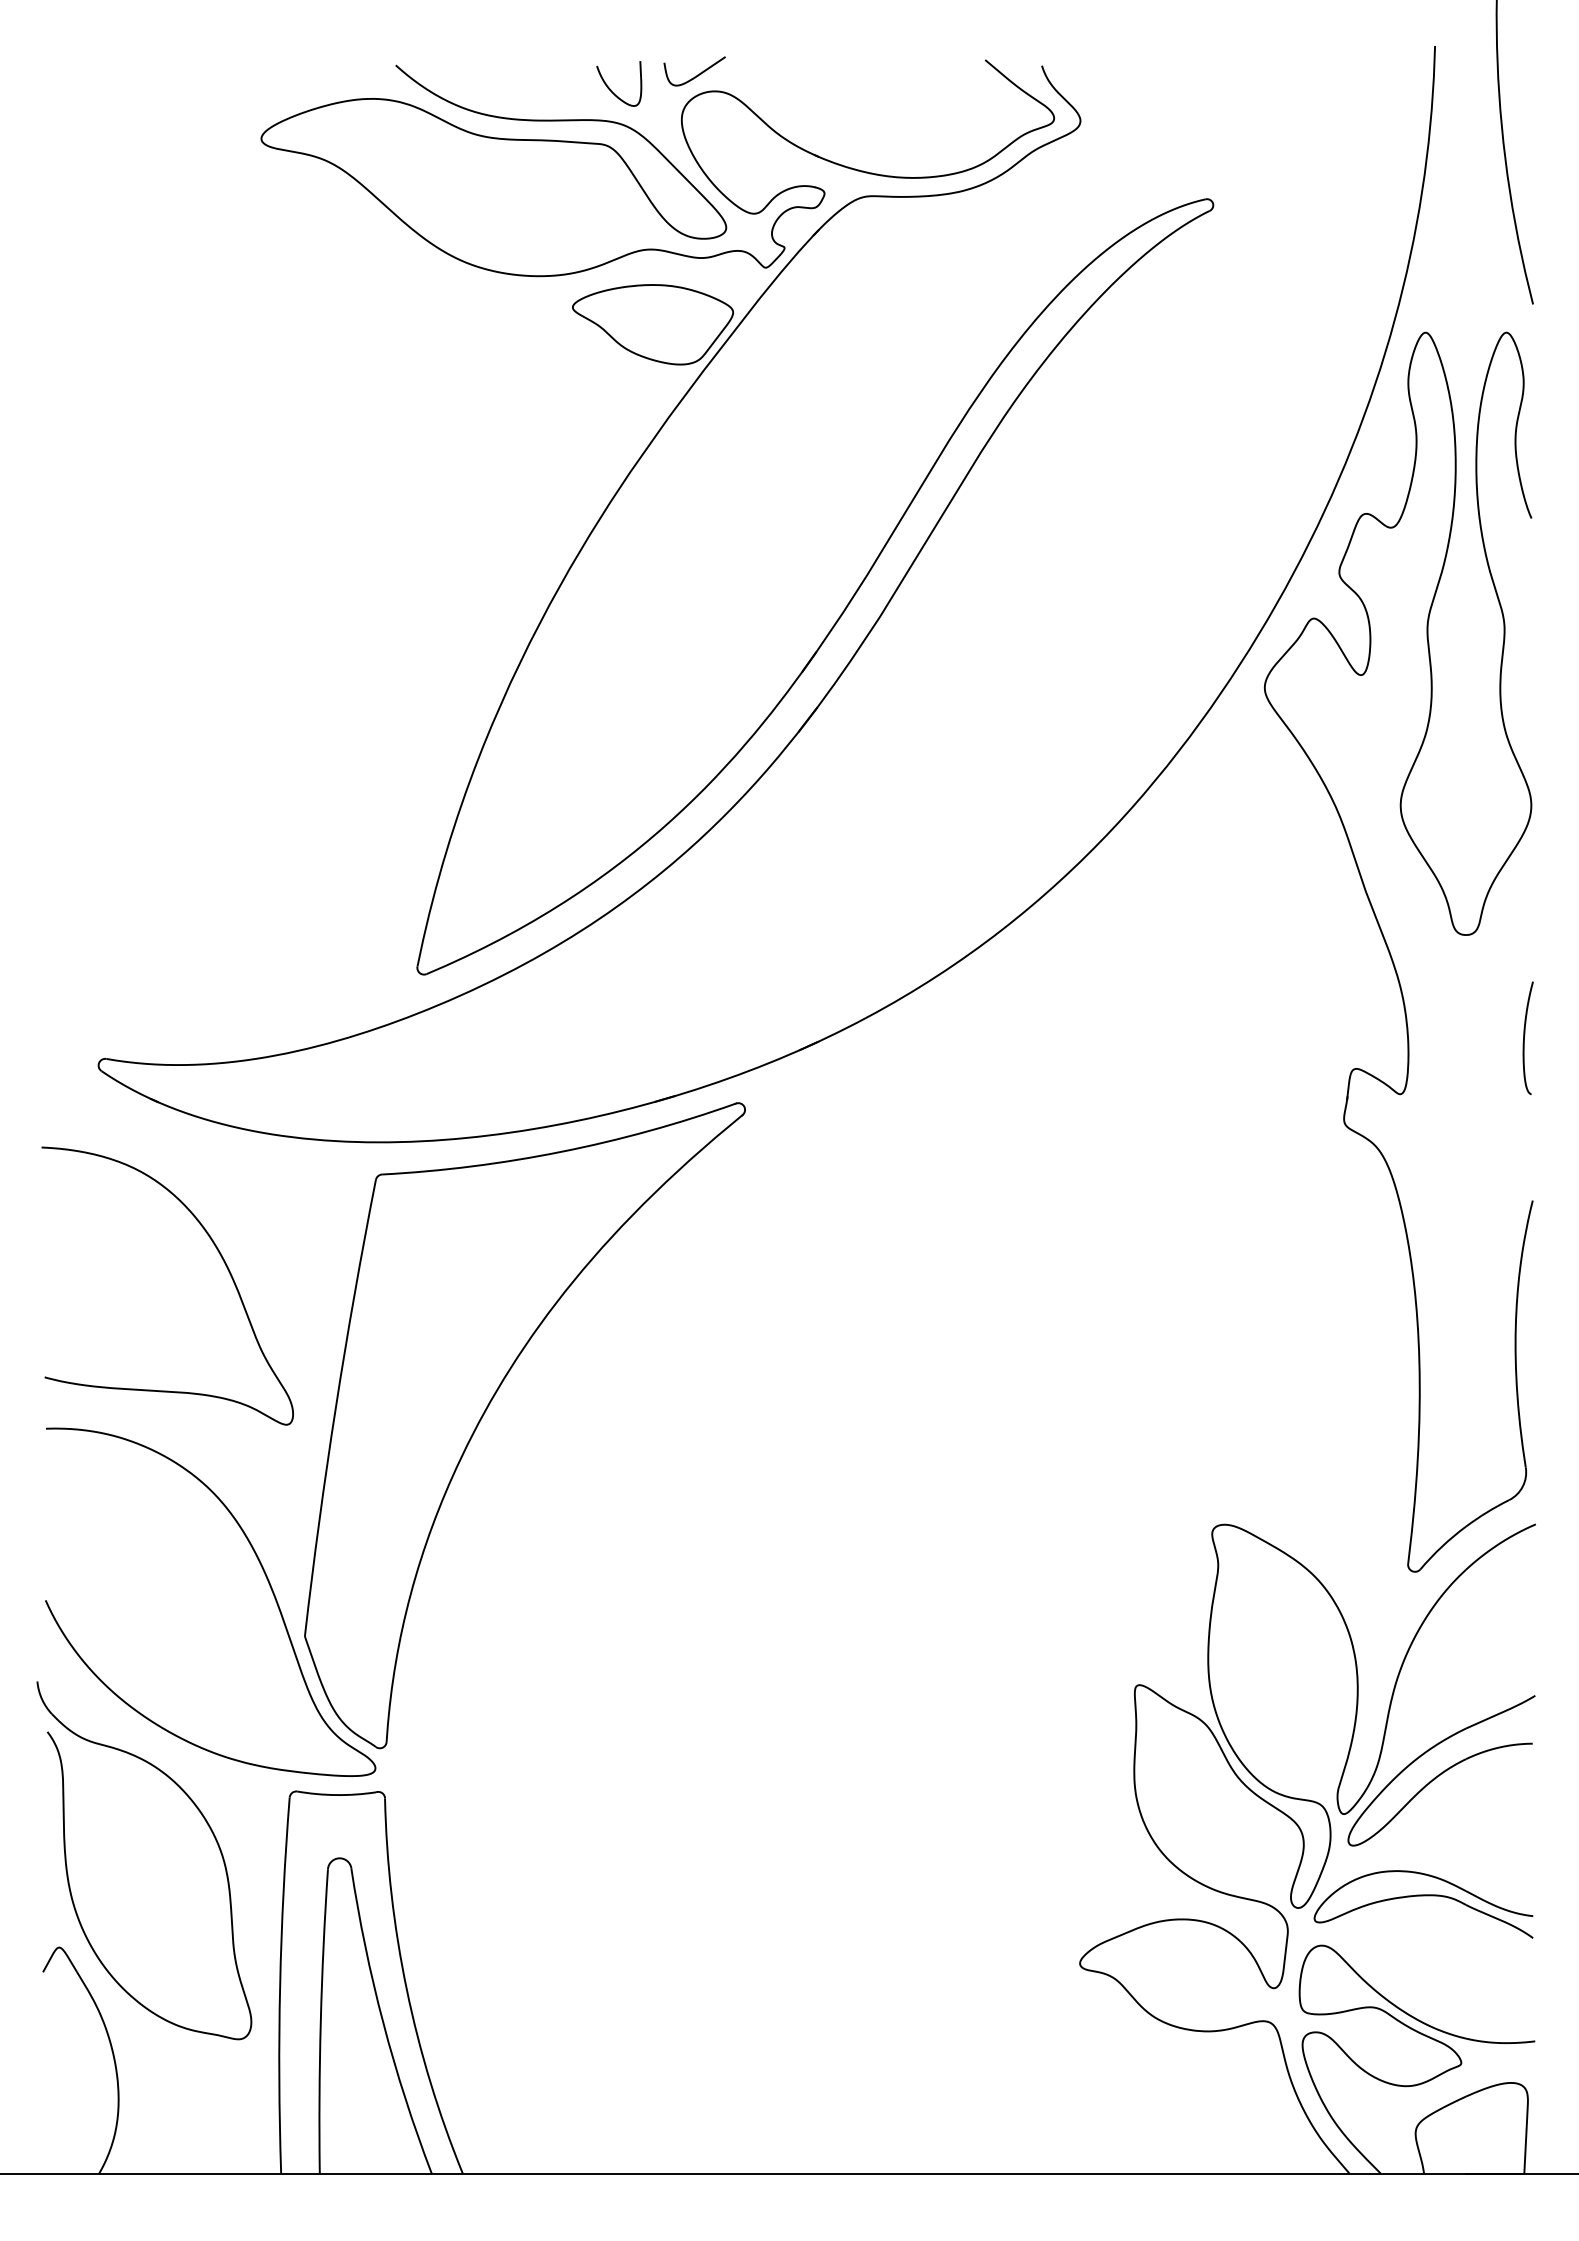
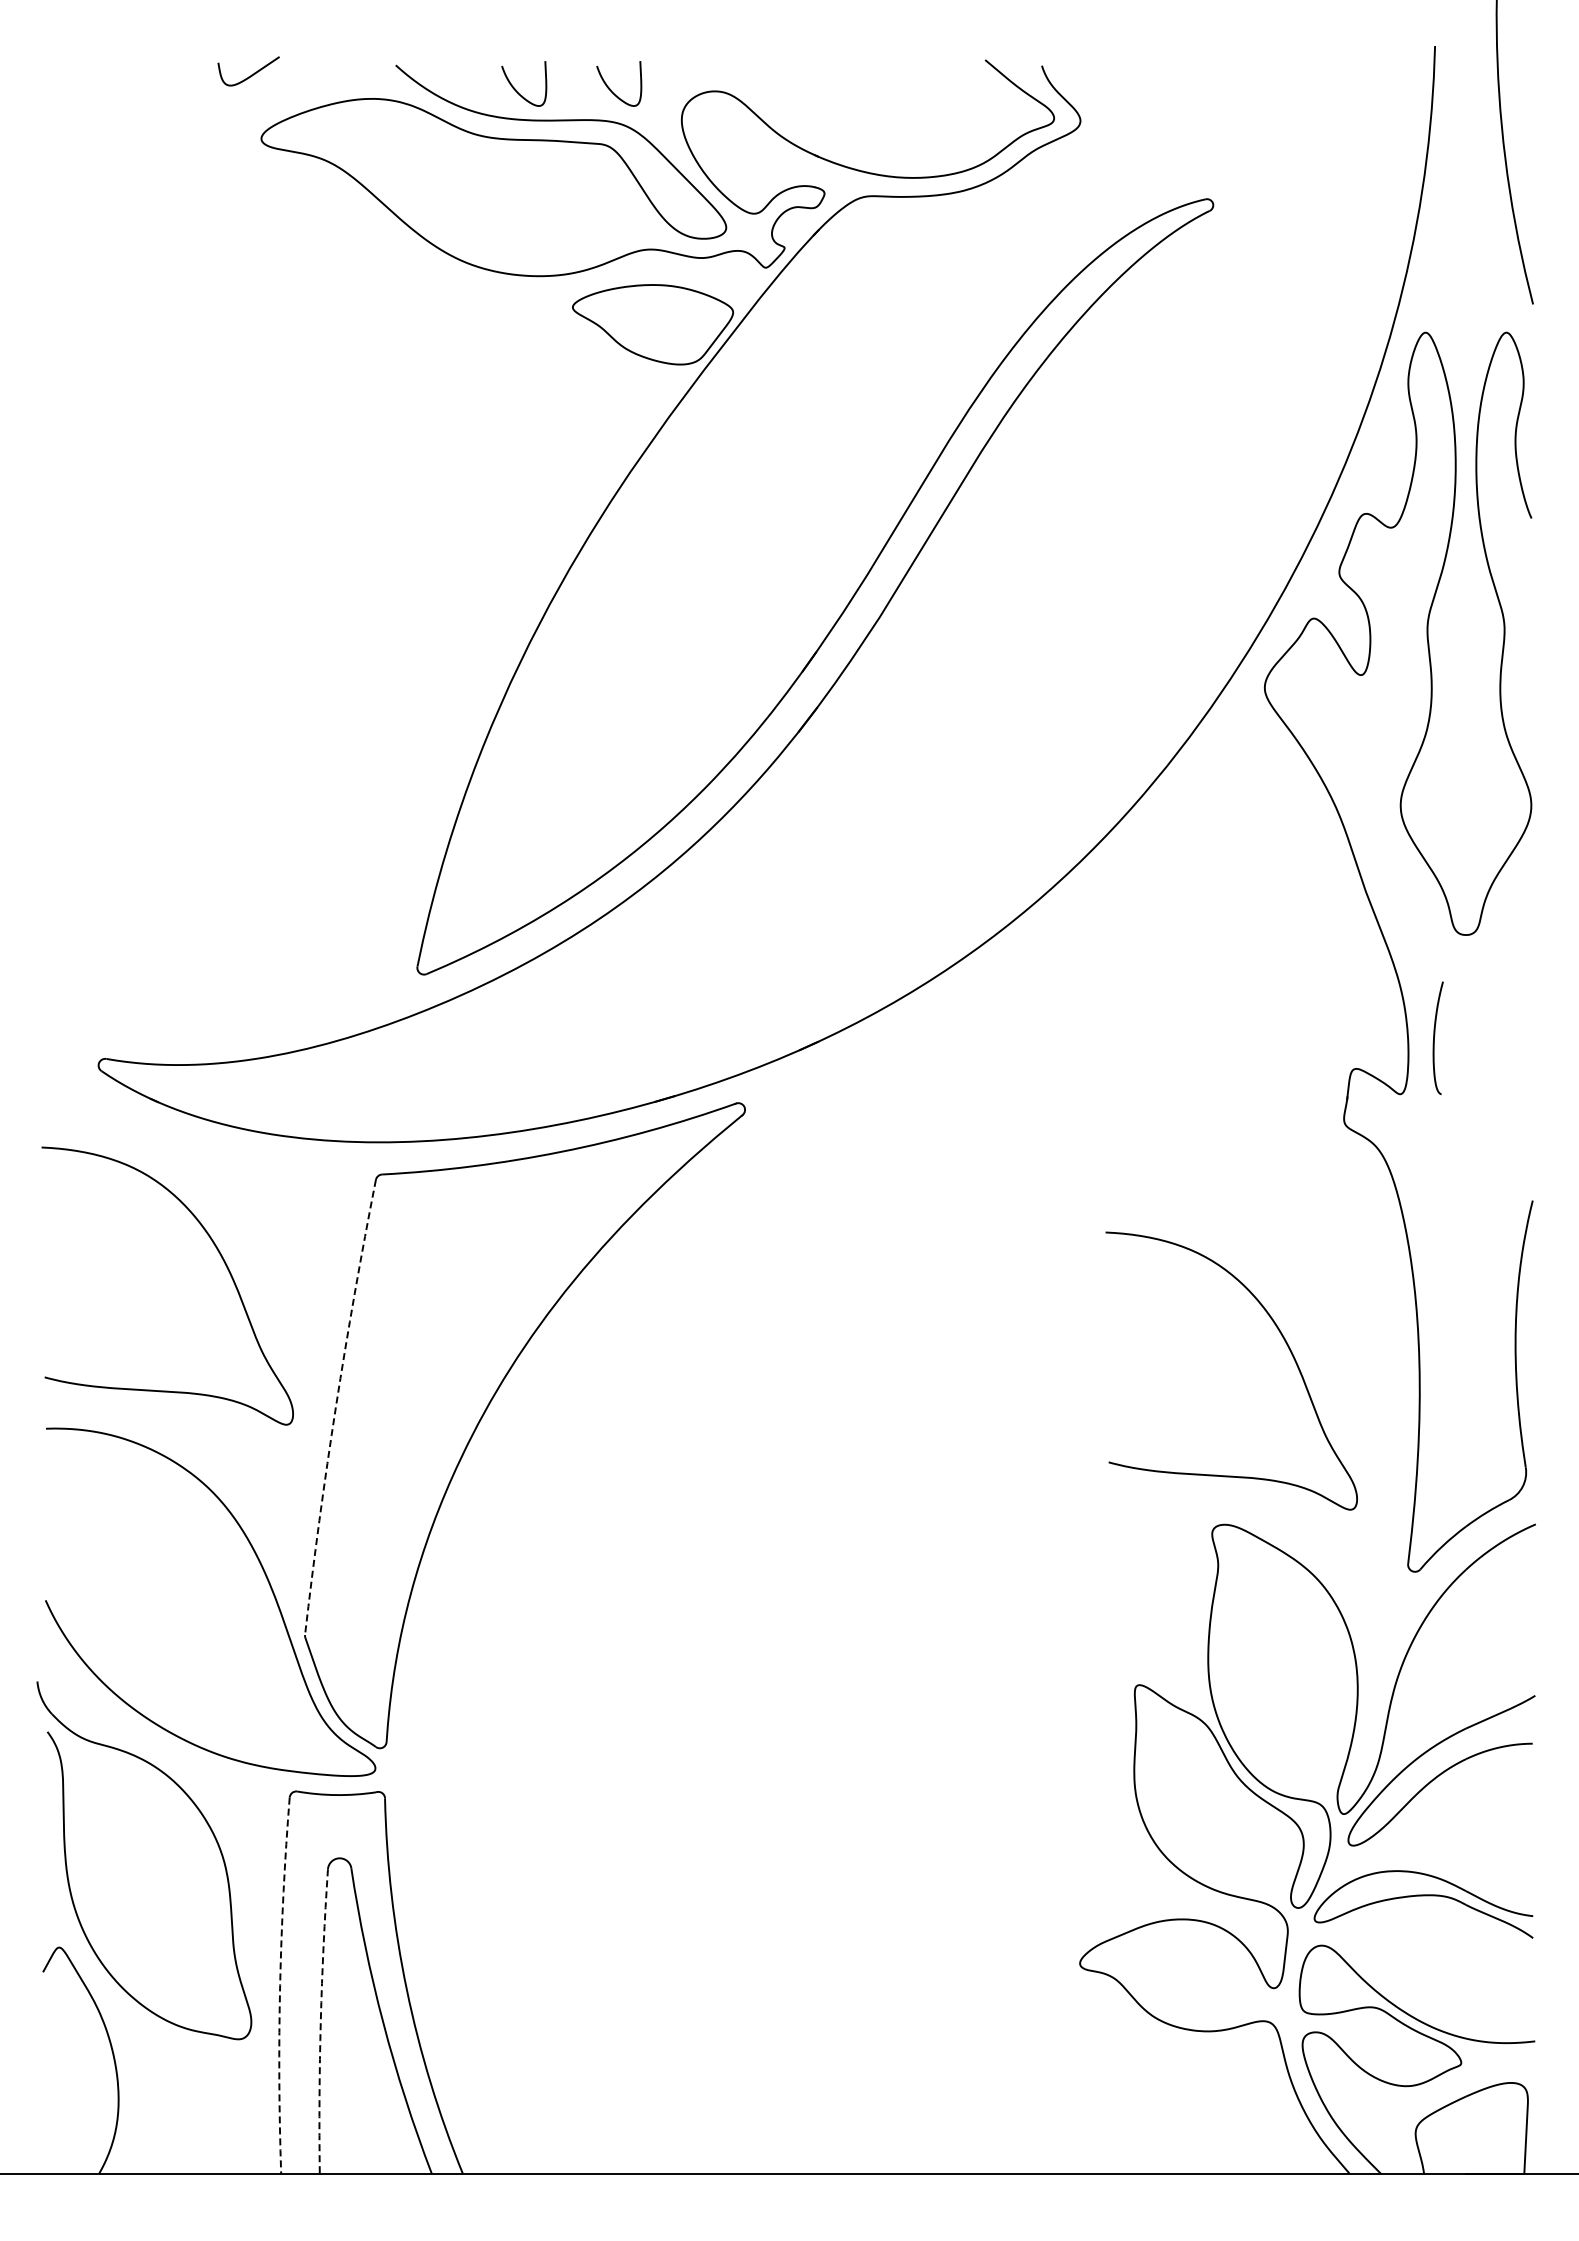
curve at (697, 74) position: (697, 74) -> (251, 74)
curve at (516, 89): none -> present
curve at (1525, 1035) position: (1525, 1035) -> (1435, 1035)
curve at (1285, 1343): none -> present
arc at (335, 1406): solid -> dashed
arc at (280, 1985): solid -> dashed
arc at (320, 2021): solid -> dashed
